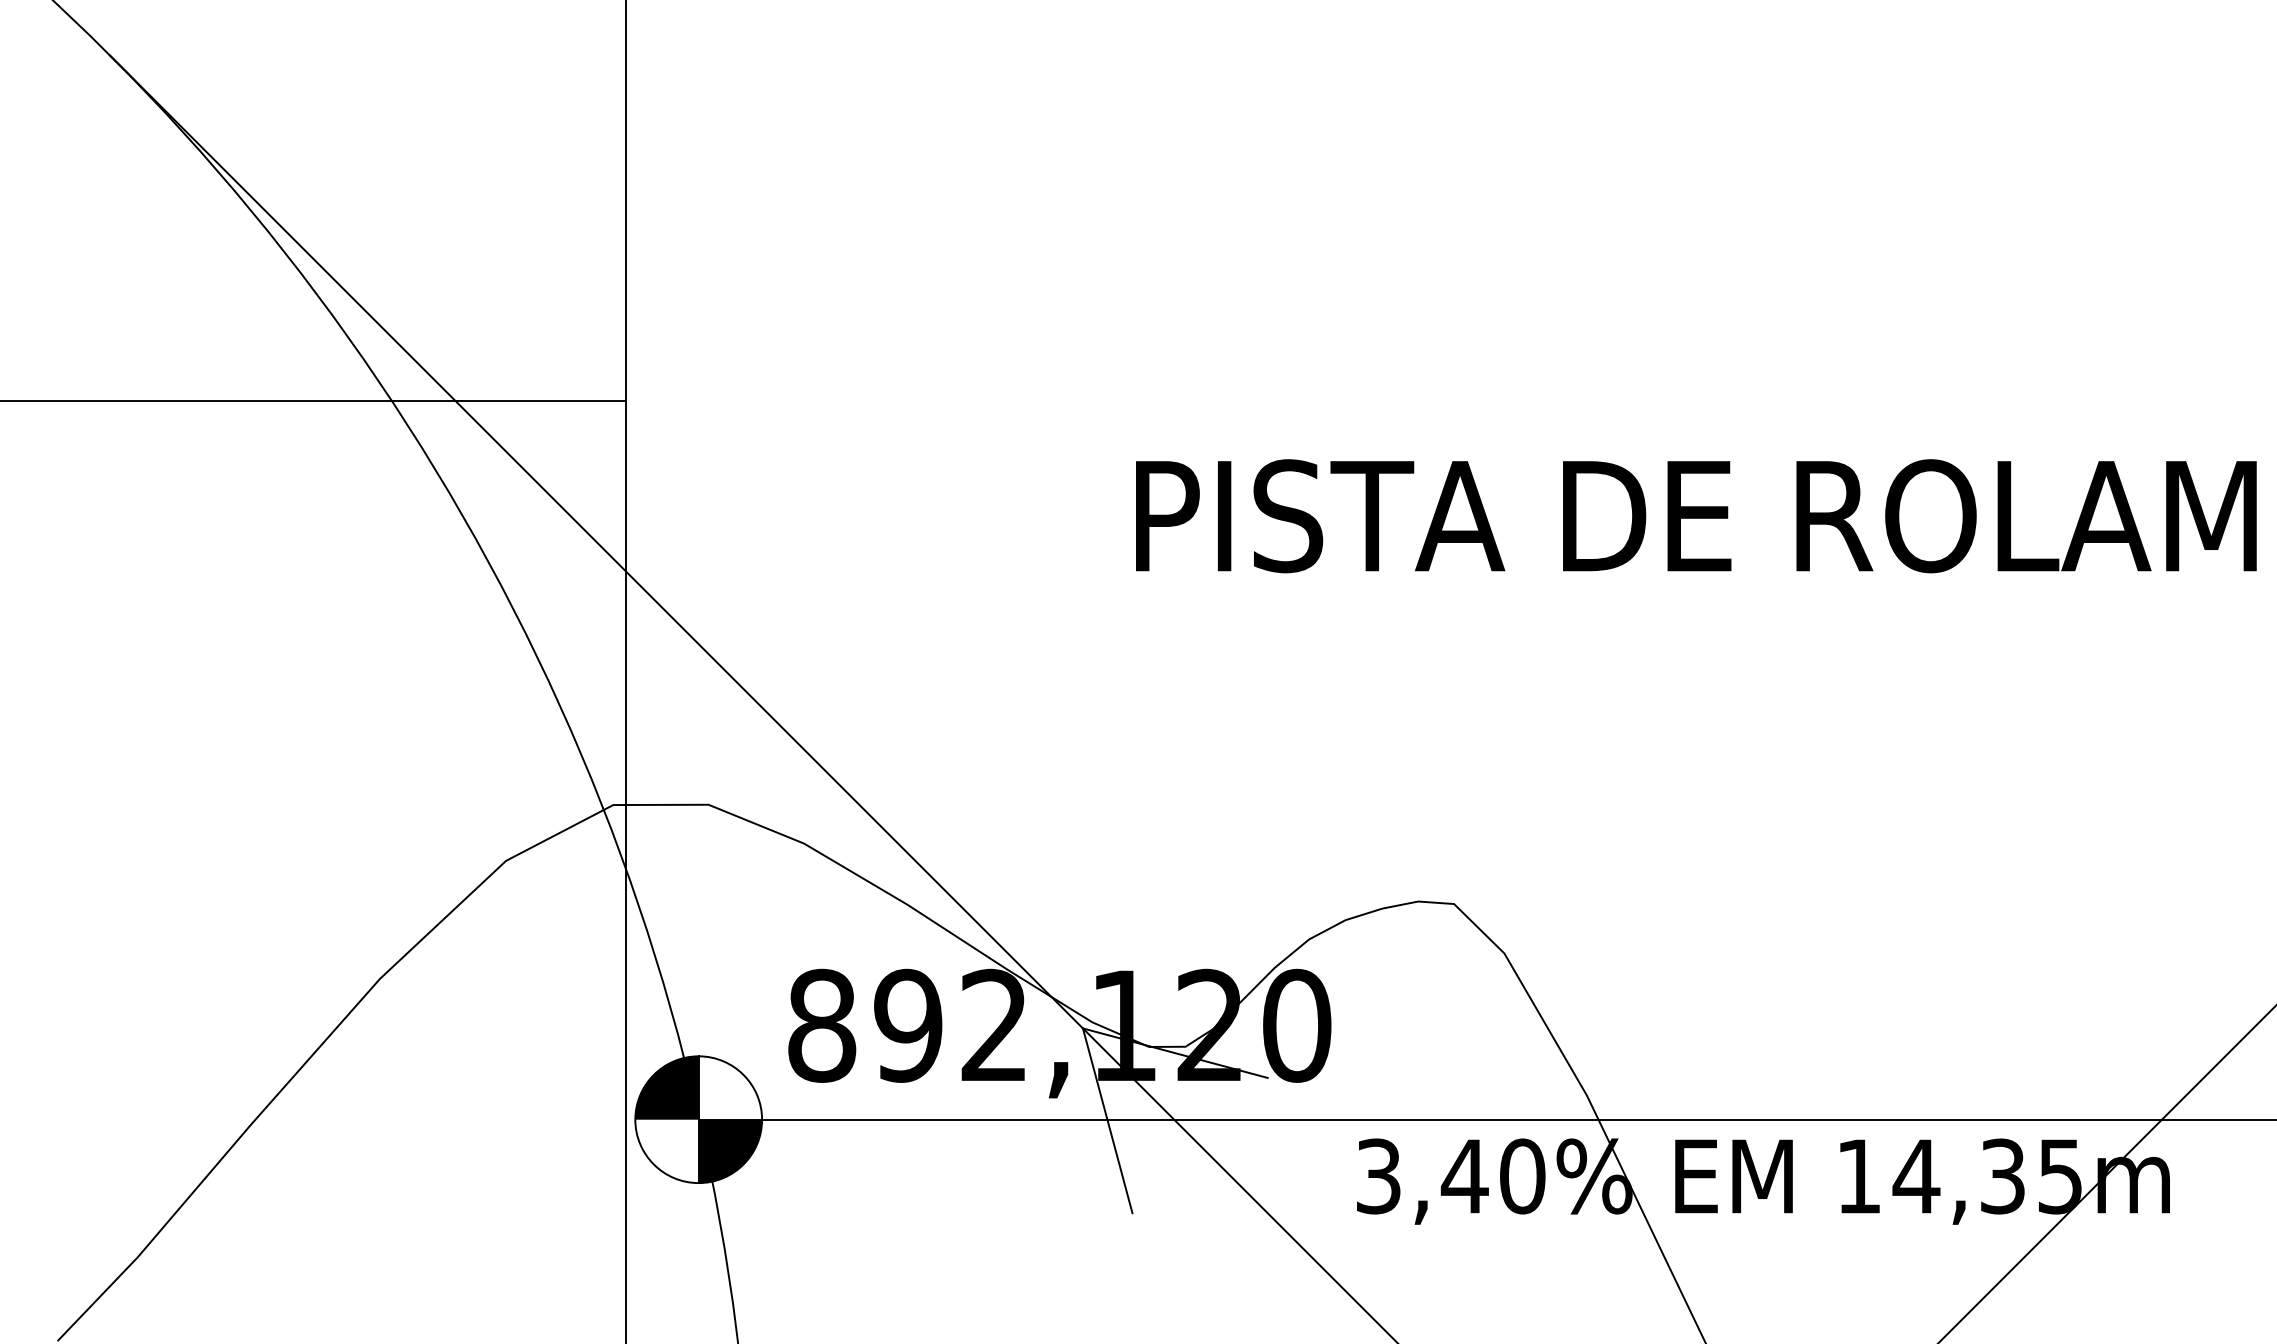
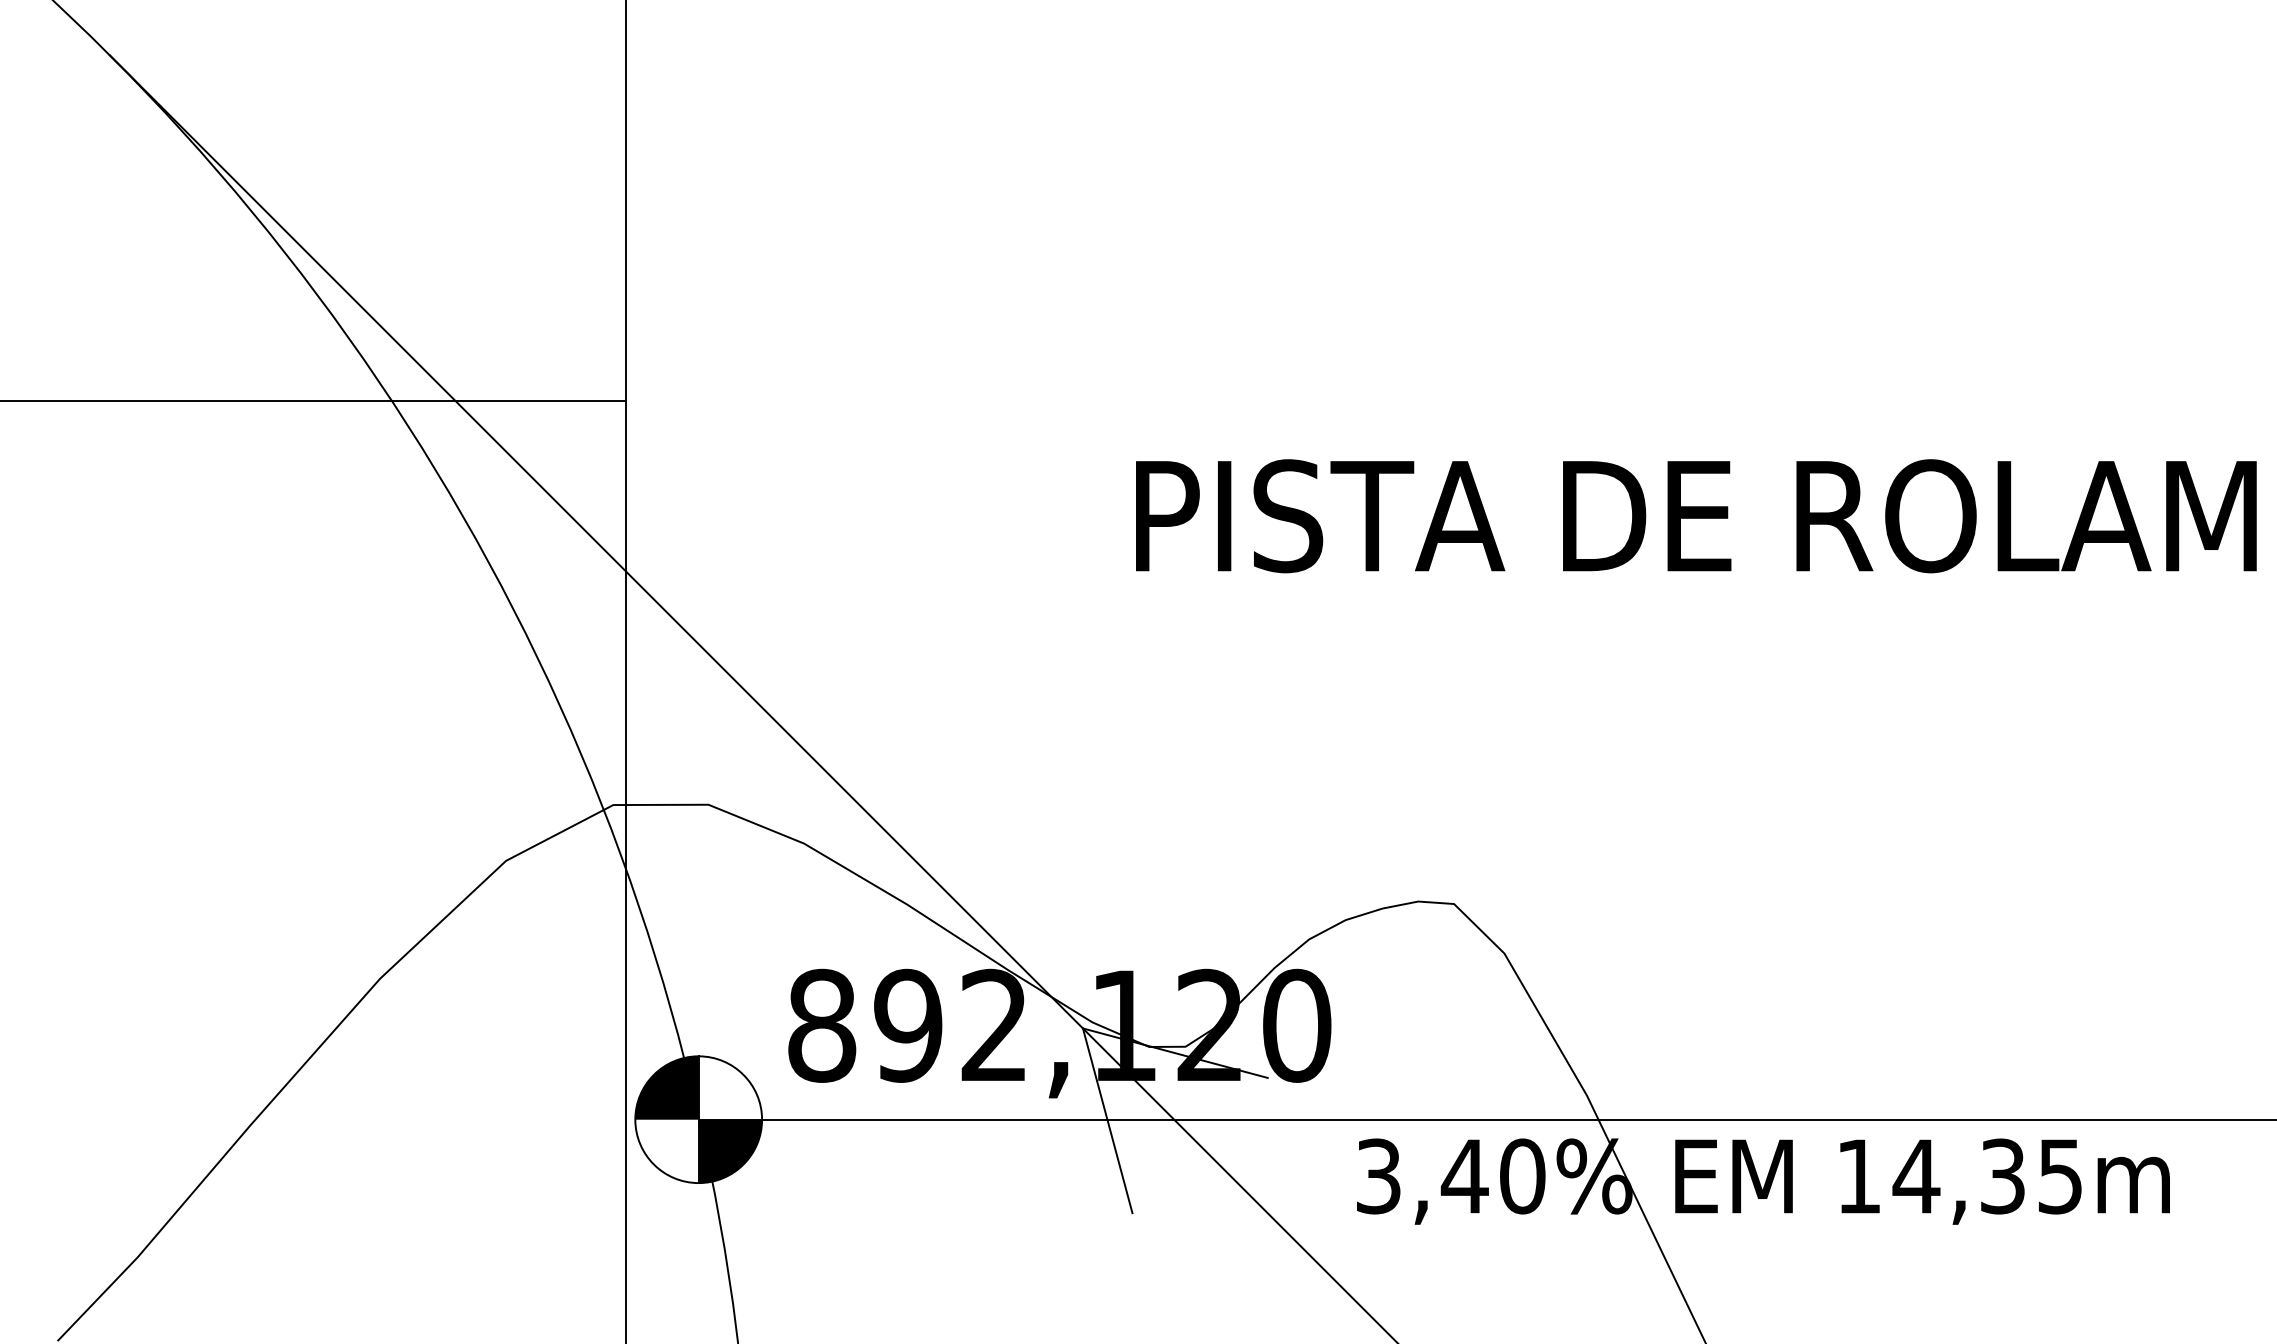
line at (2107, 1173): present -> none
